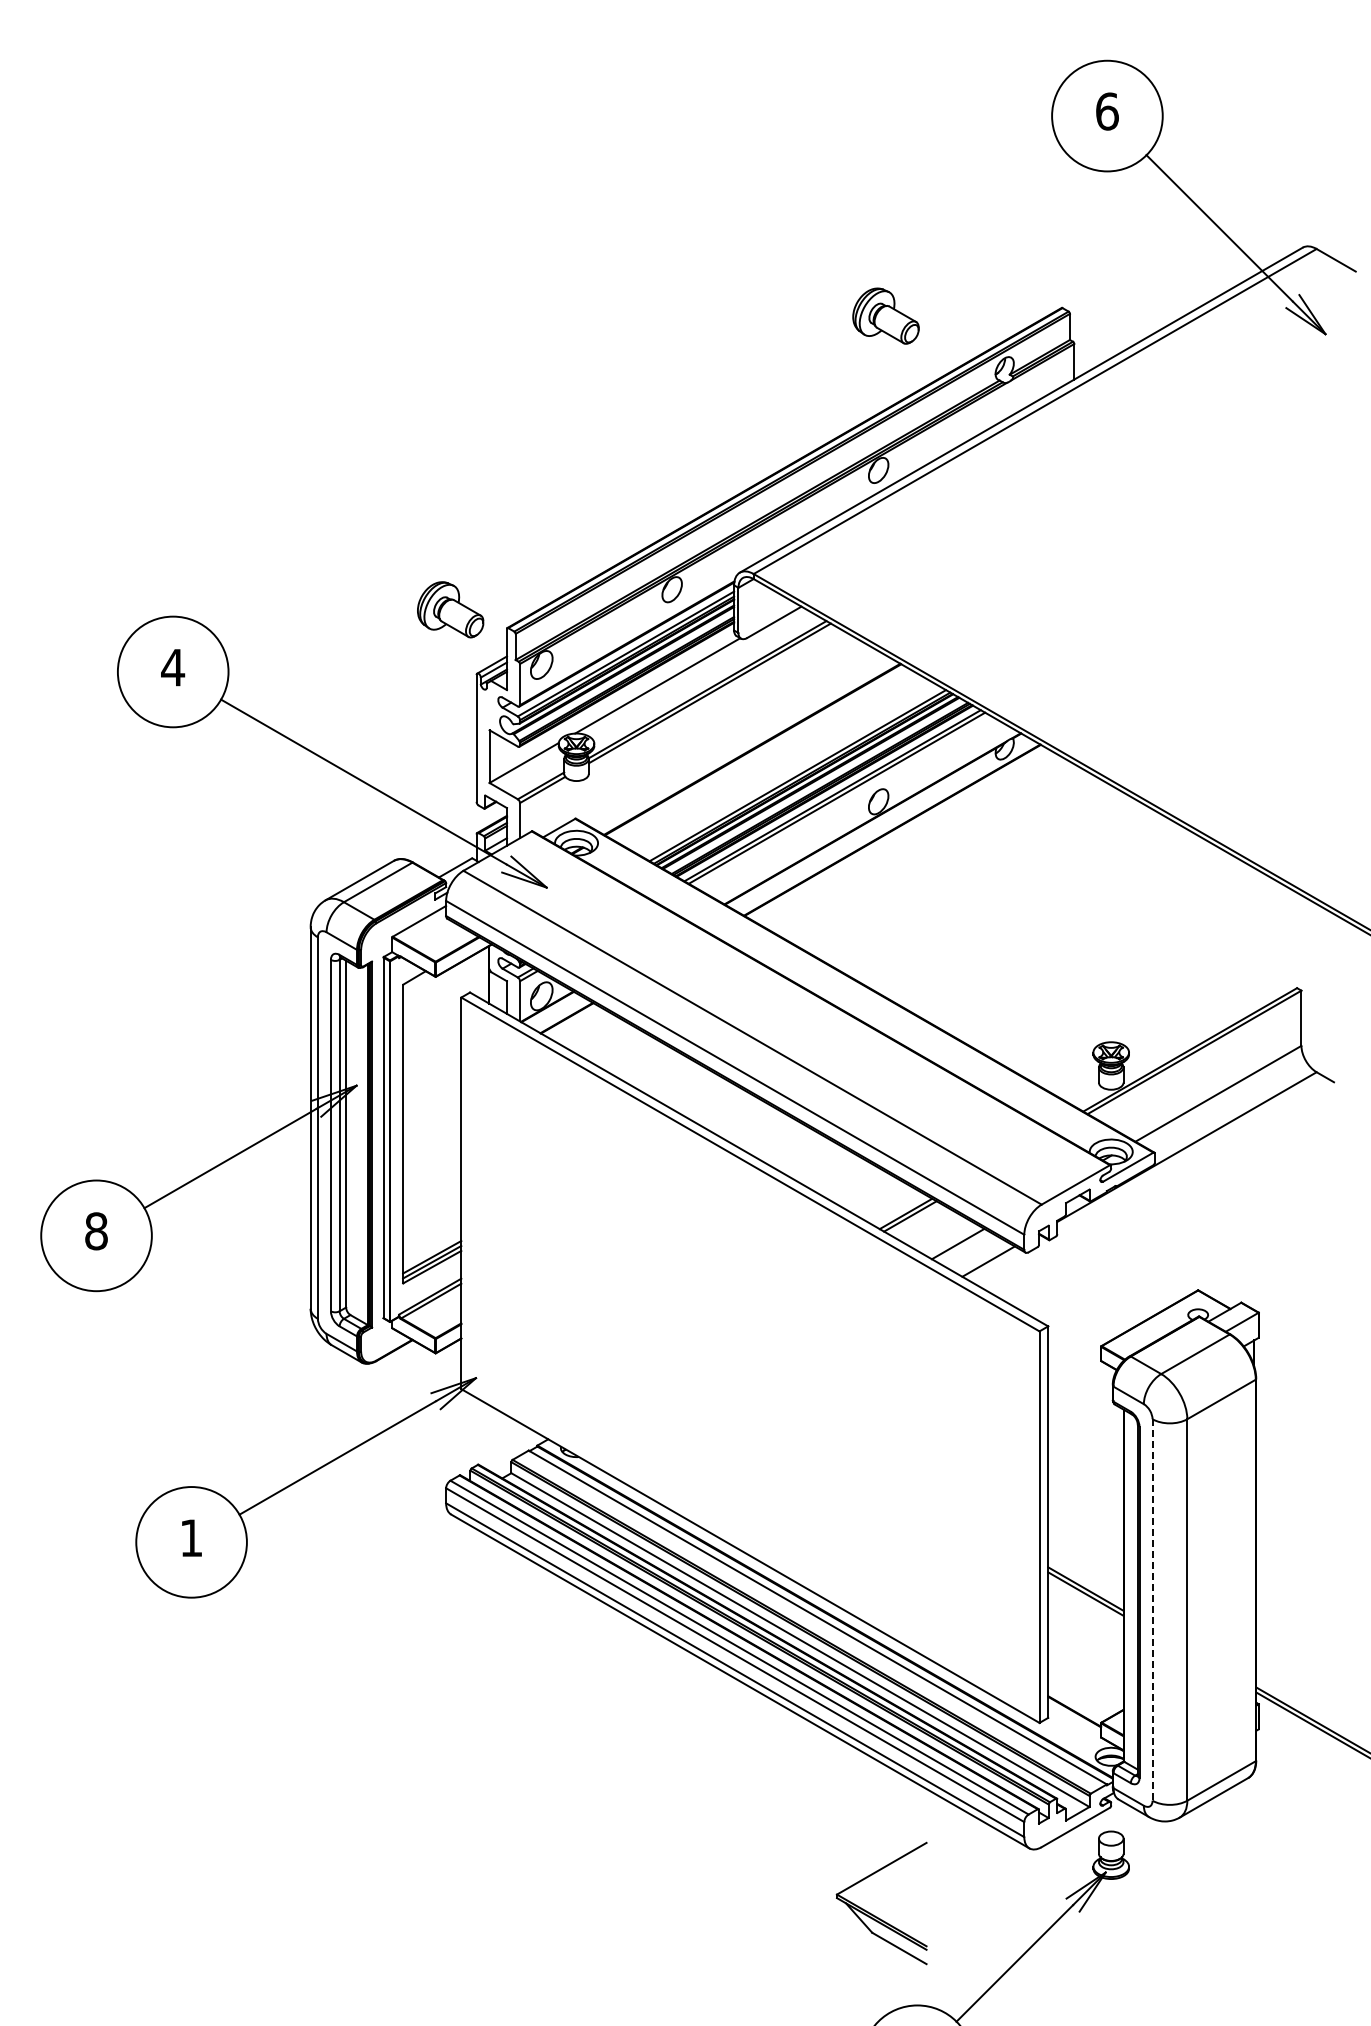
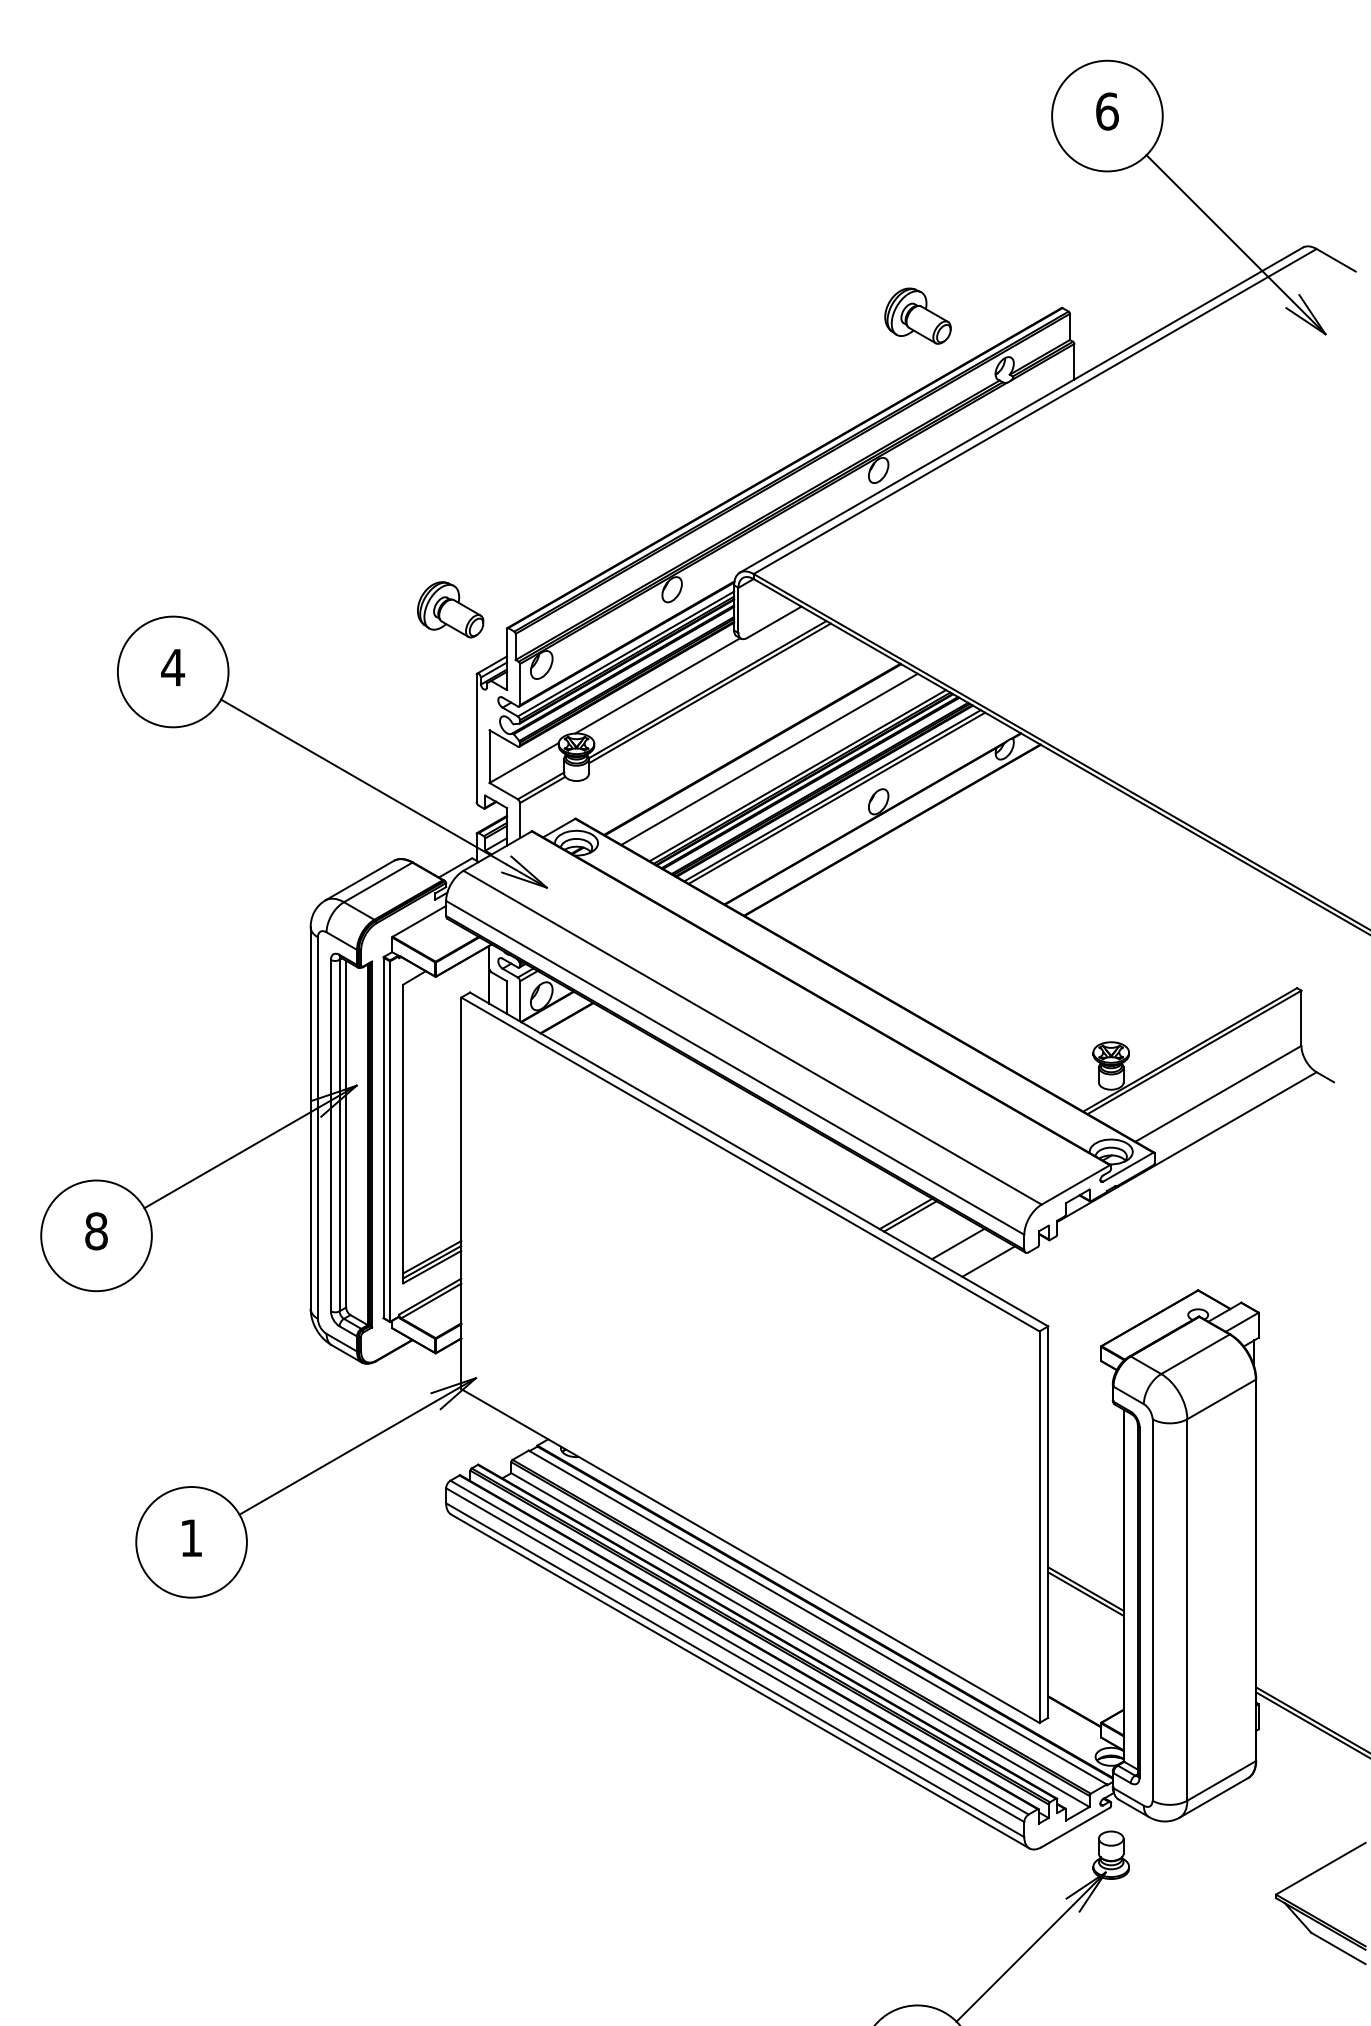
part at (885, 315) position: (885, 315) -> (917, 315)
line at (769, 758): none -> present
line at (1152, 1609): dashed -> solid
part at (875, 1915) position: (875, 1915) -> (1314, 1915)
